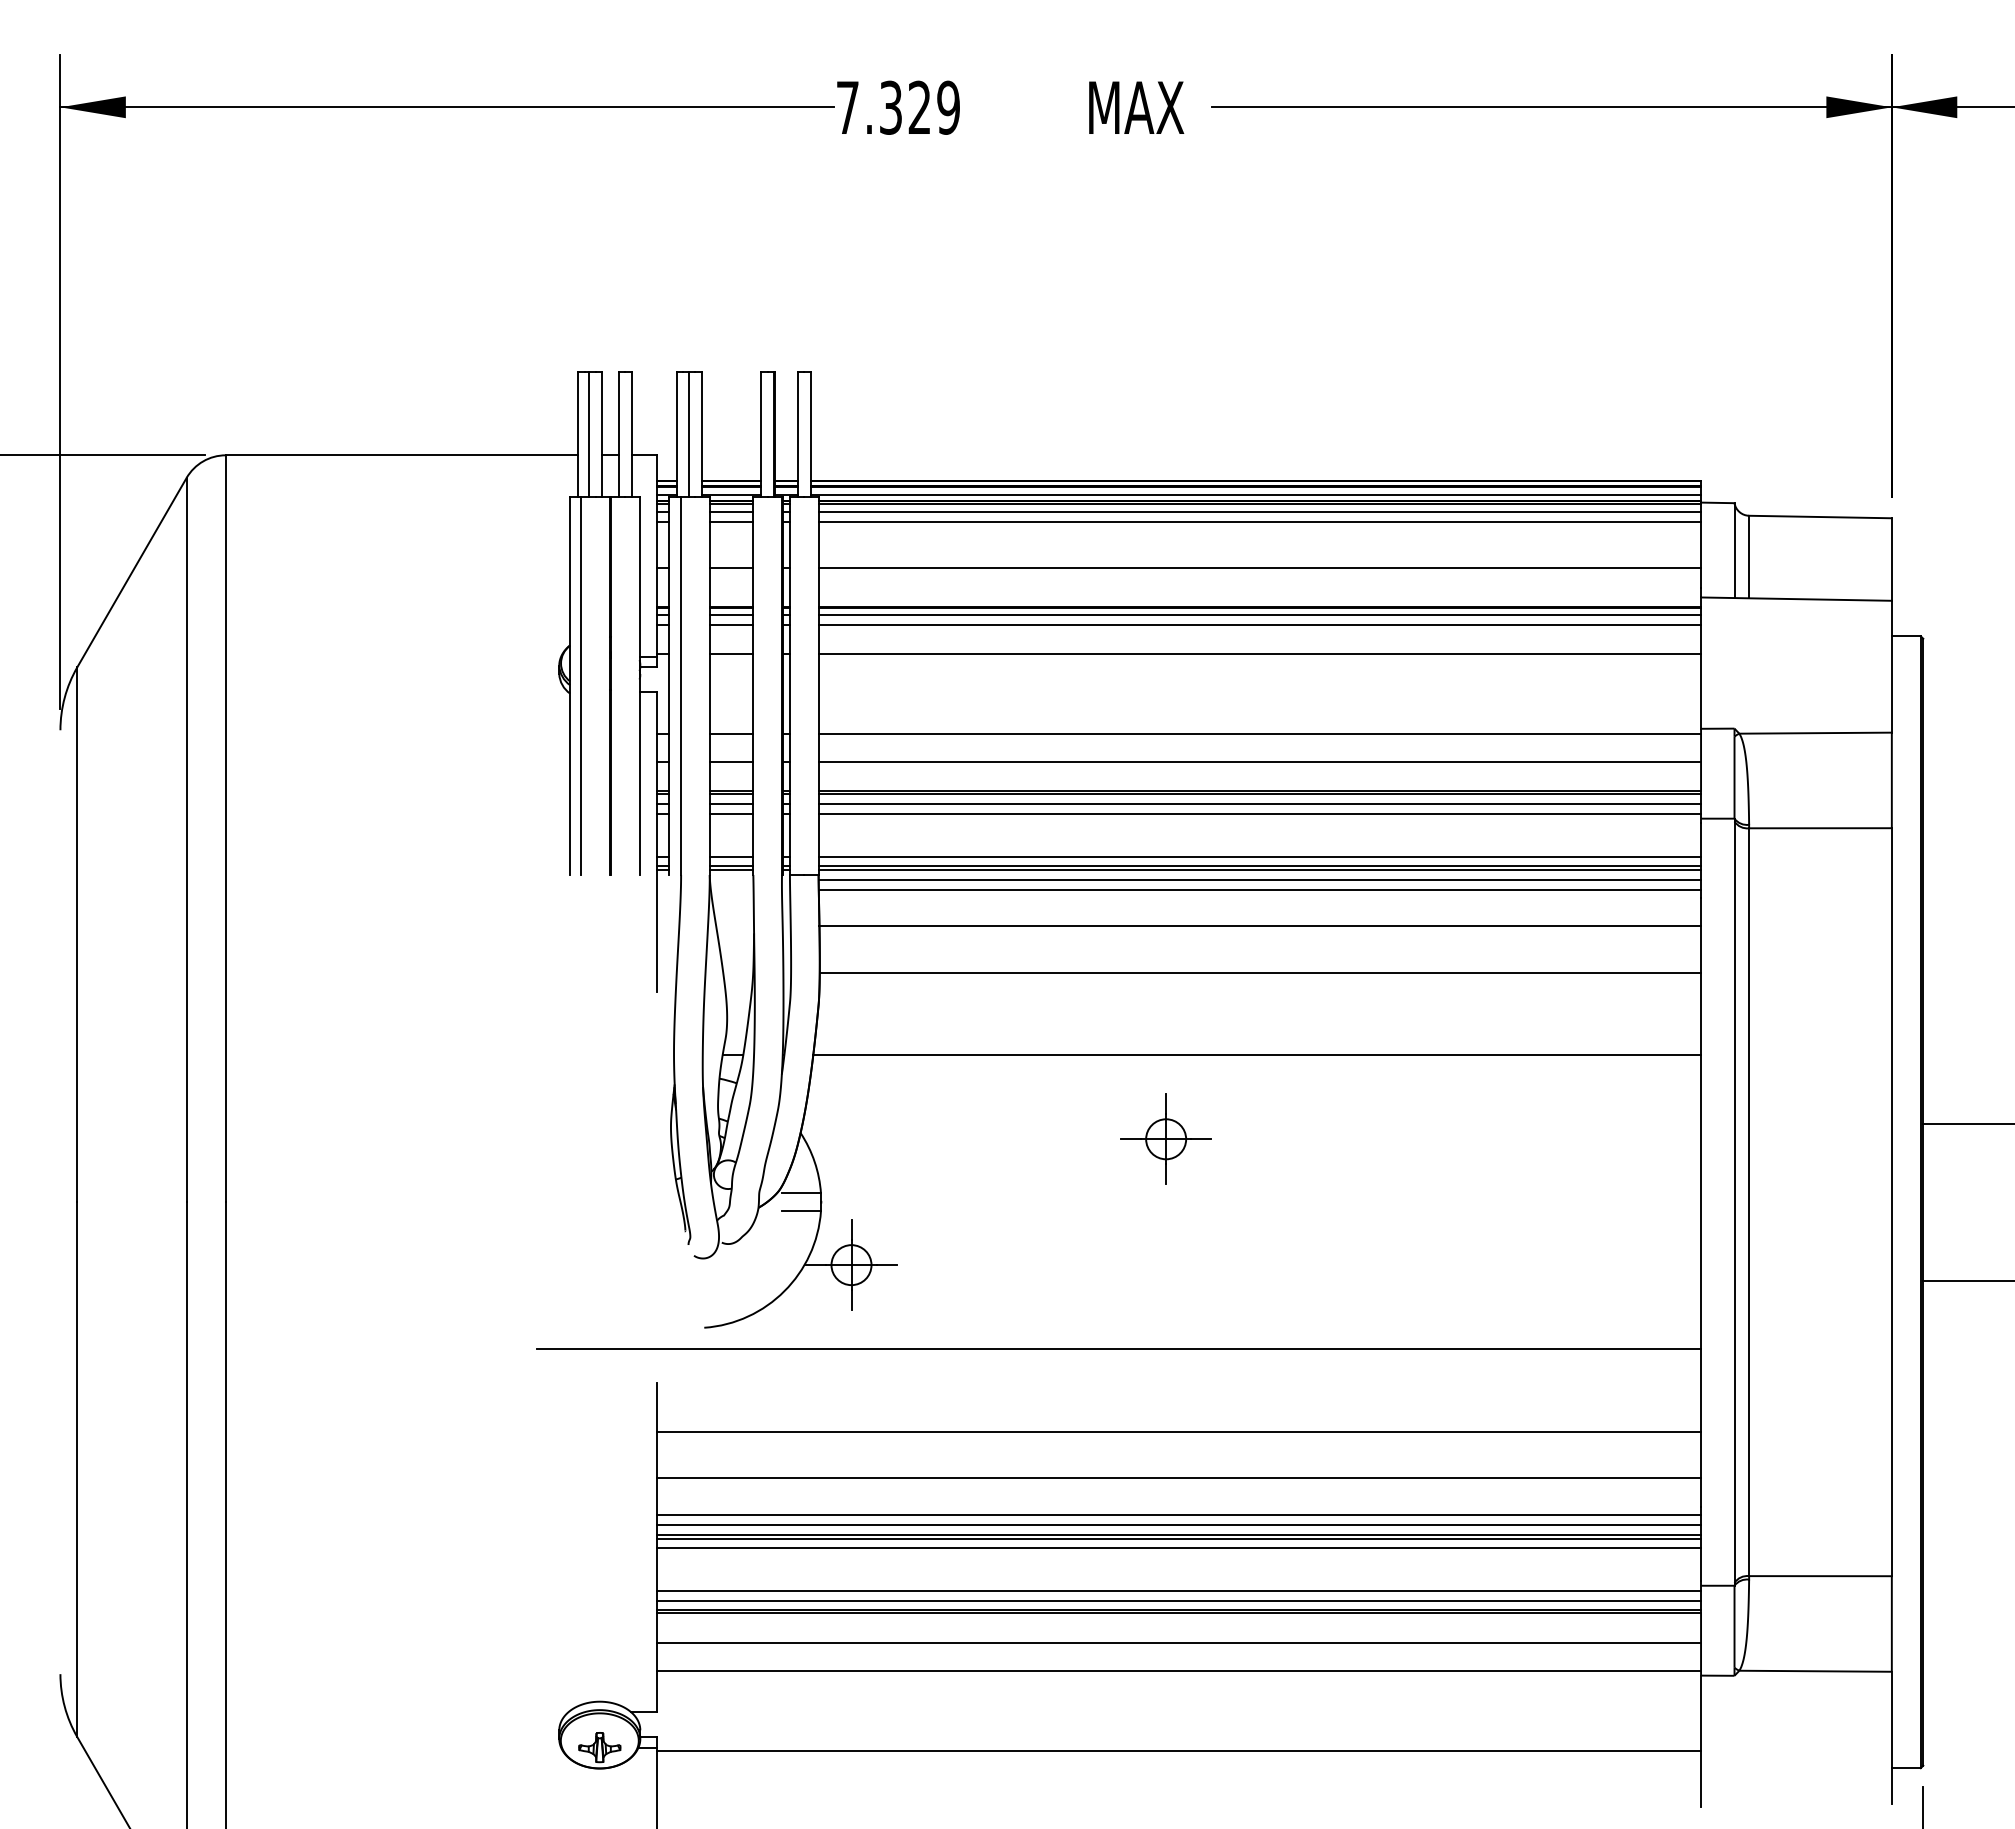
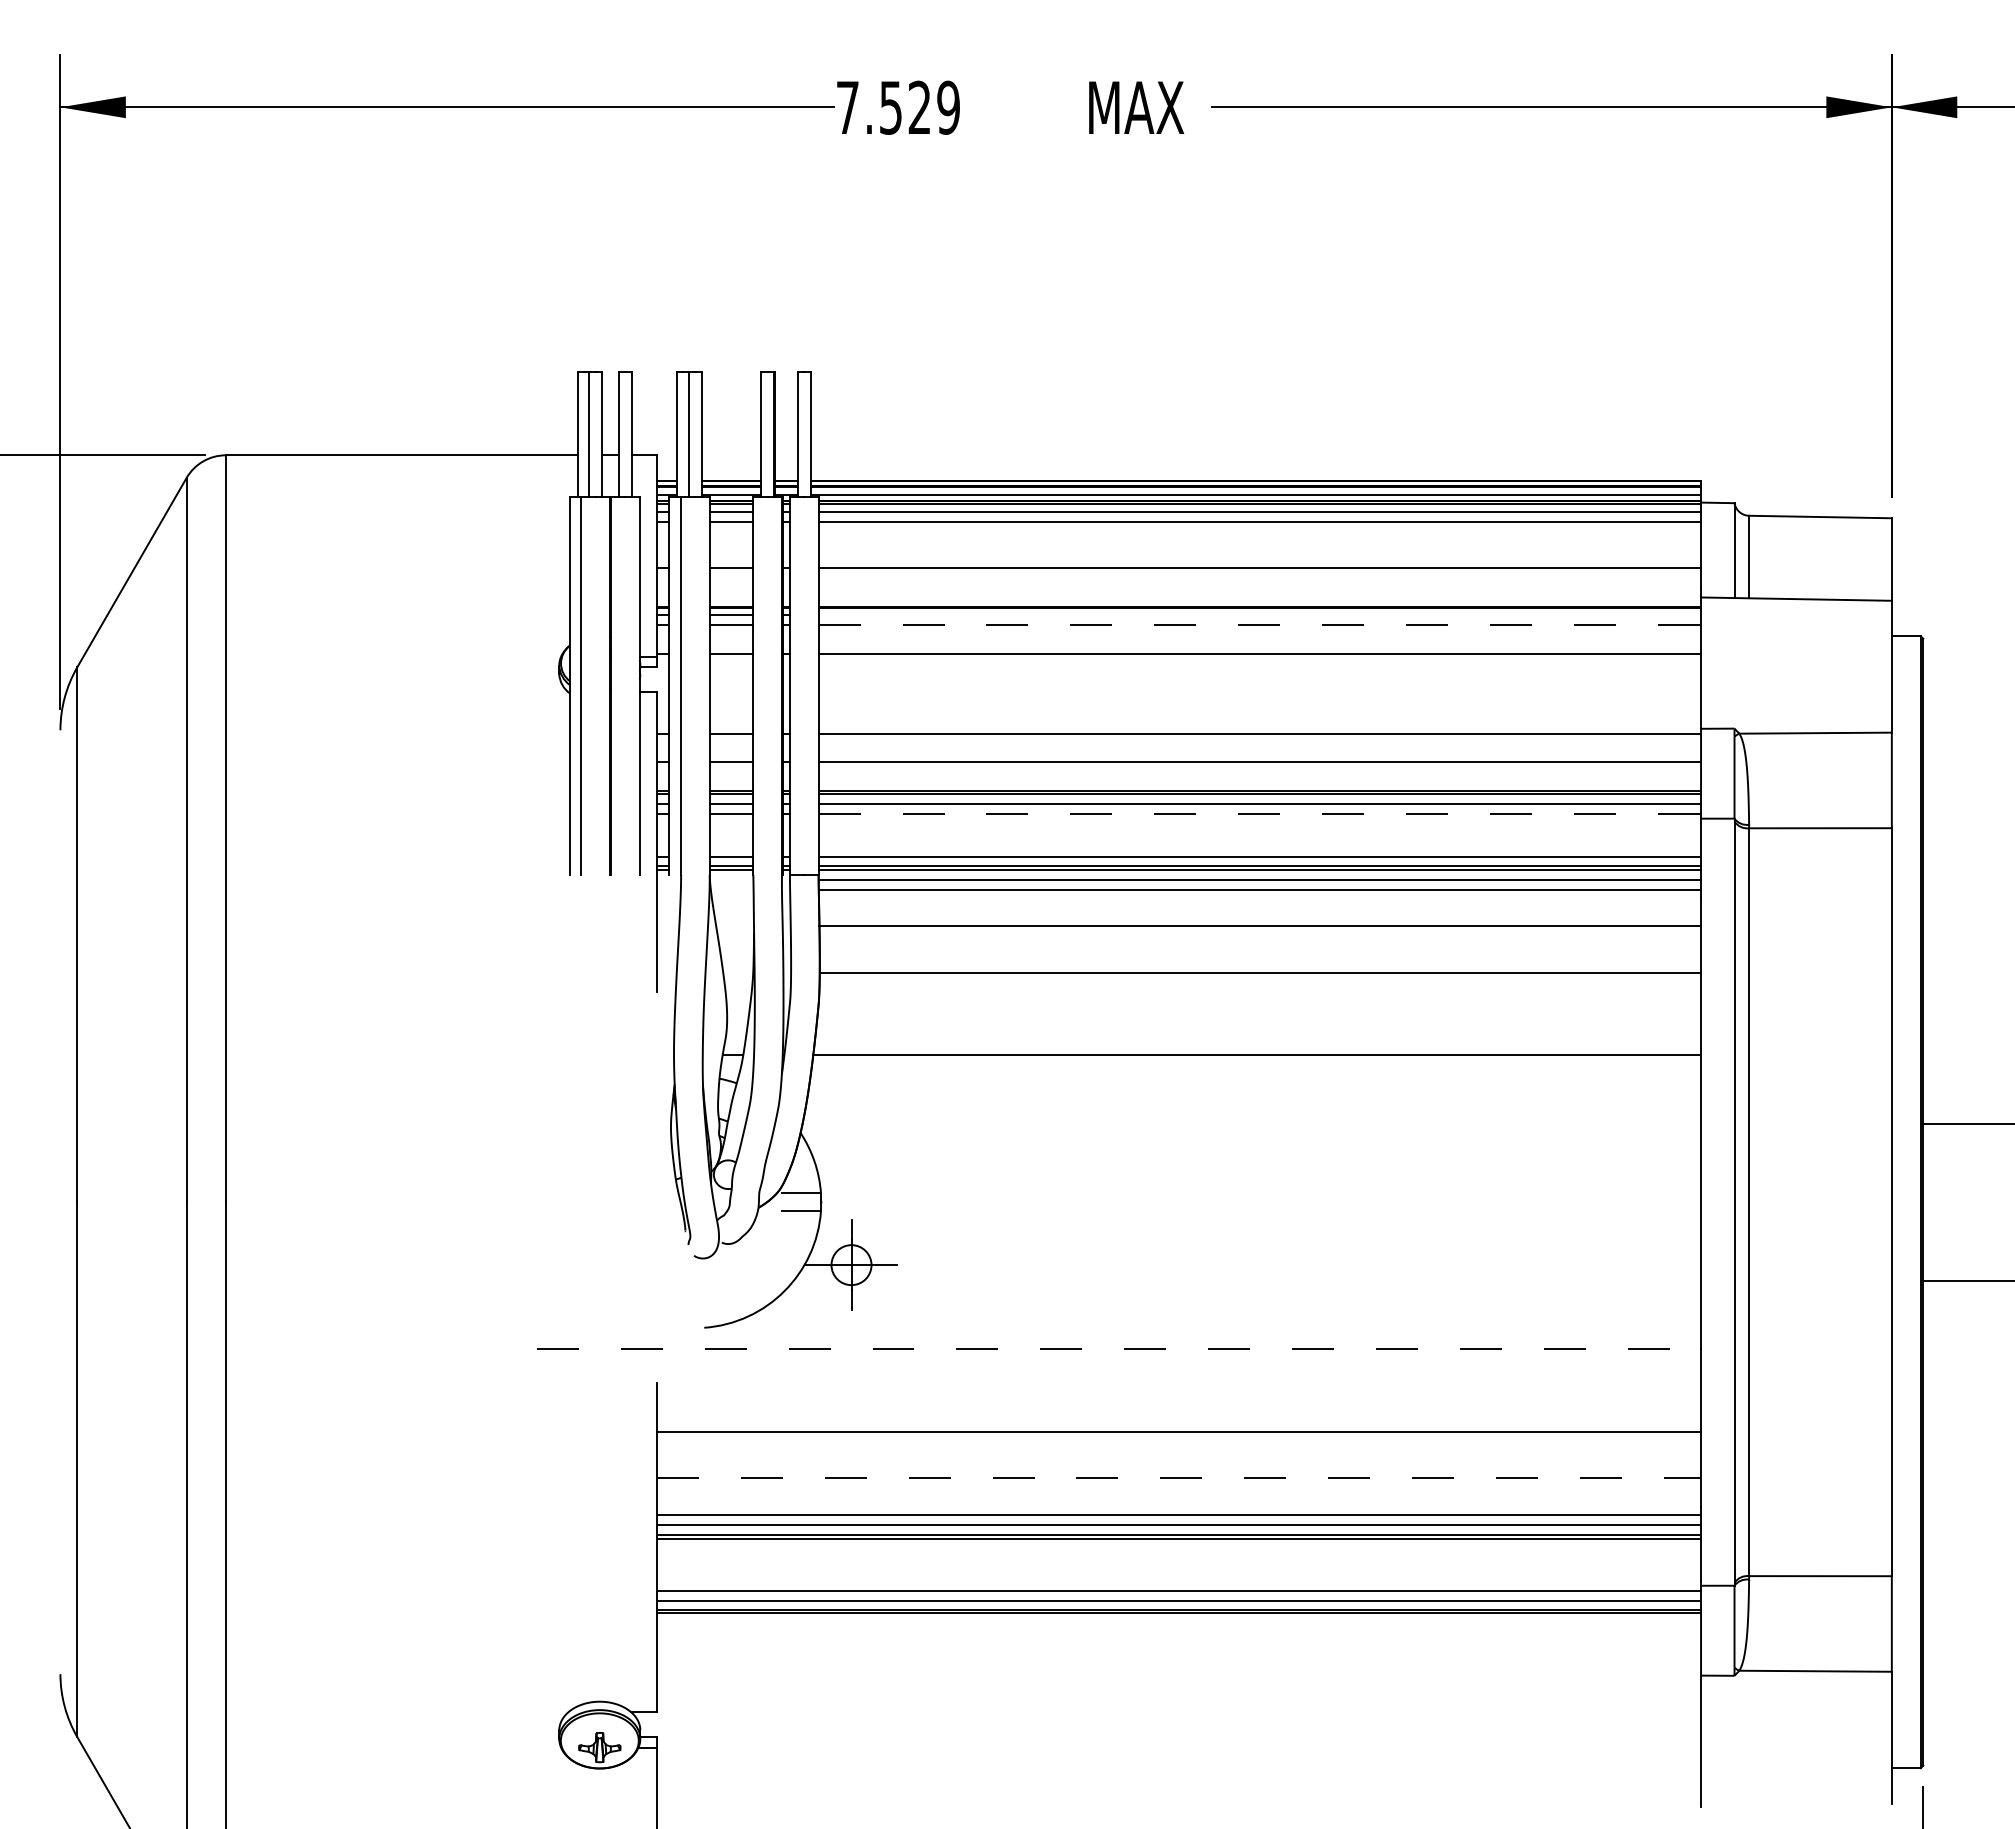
text at (890, 107): 7.329 -> 7.529
line at (1259, 614): present -> none
line at (1260, 624): solid -> dashed
line at (1260, 813): solid -> dashed
part at (1165, 1138): present -> none
line at (1119, 1349): solid -> dashed
line at (1179, 1478): solid -> dashed
line at (1178, 1547): present -> none
line at (1178, 1642): present -> none
line at (1178, 1670): present -> none
line at (1178, 1750): present -> none
